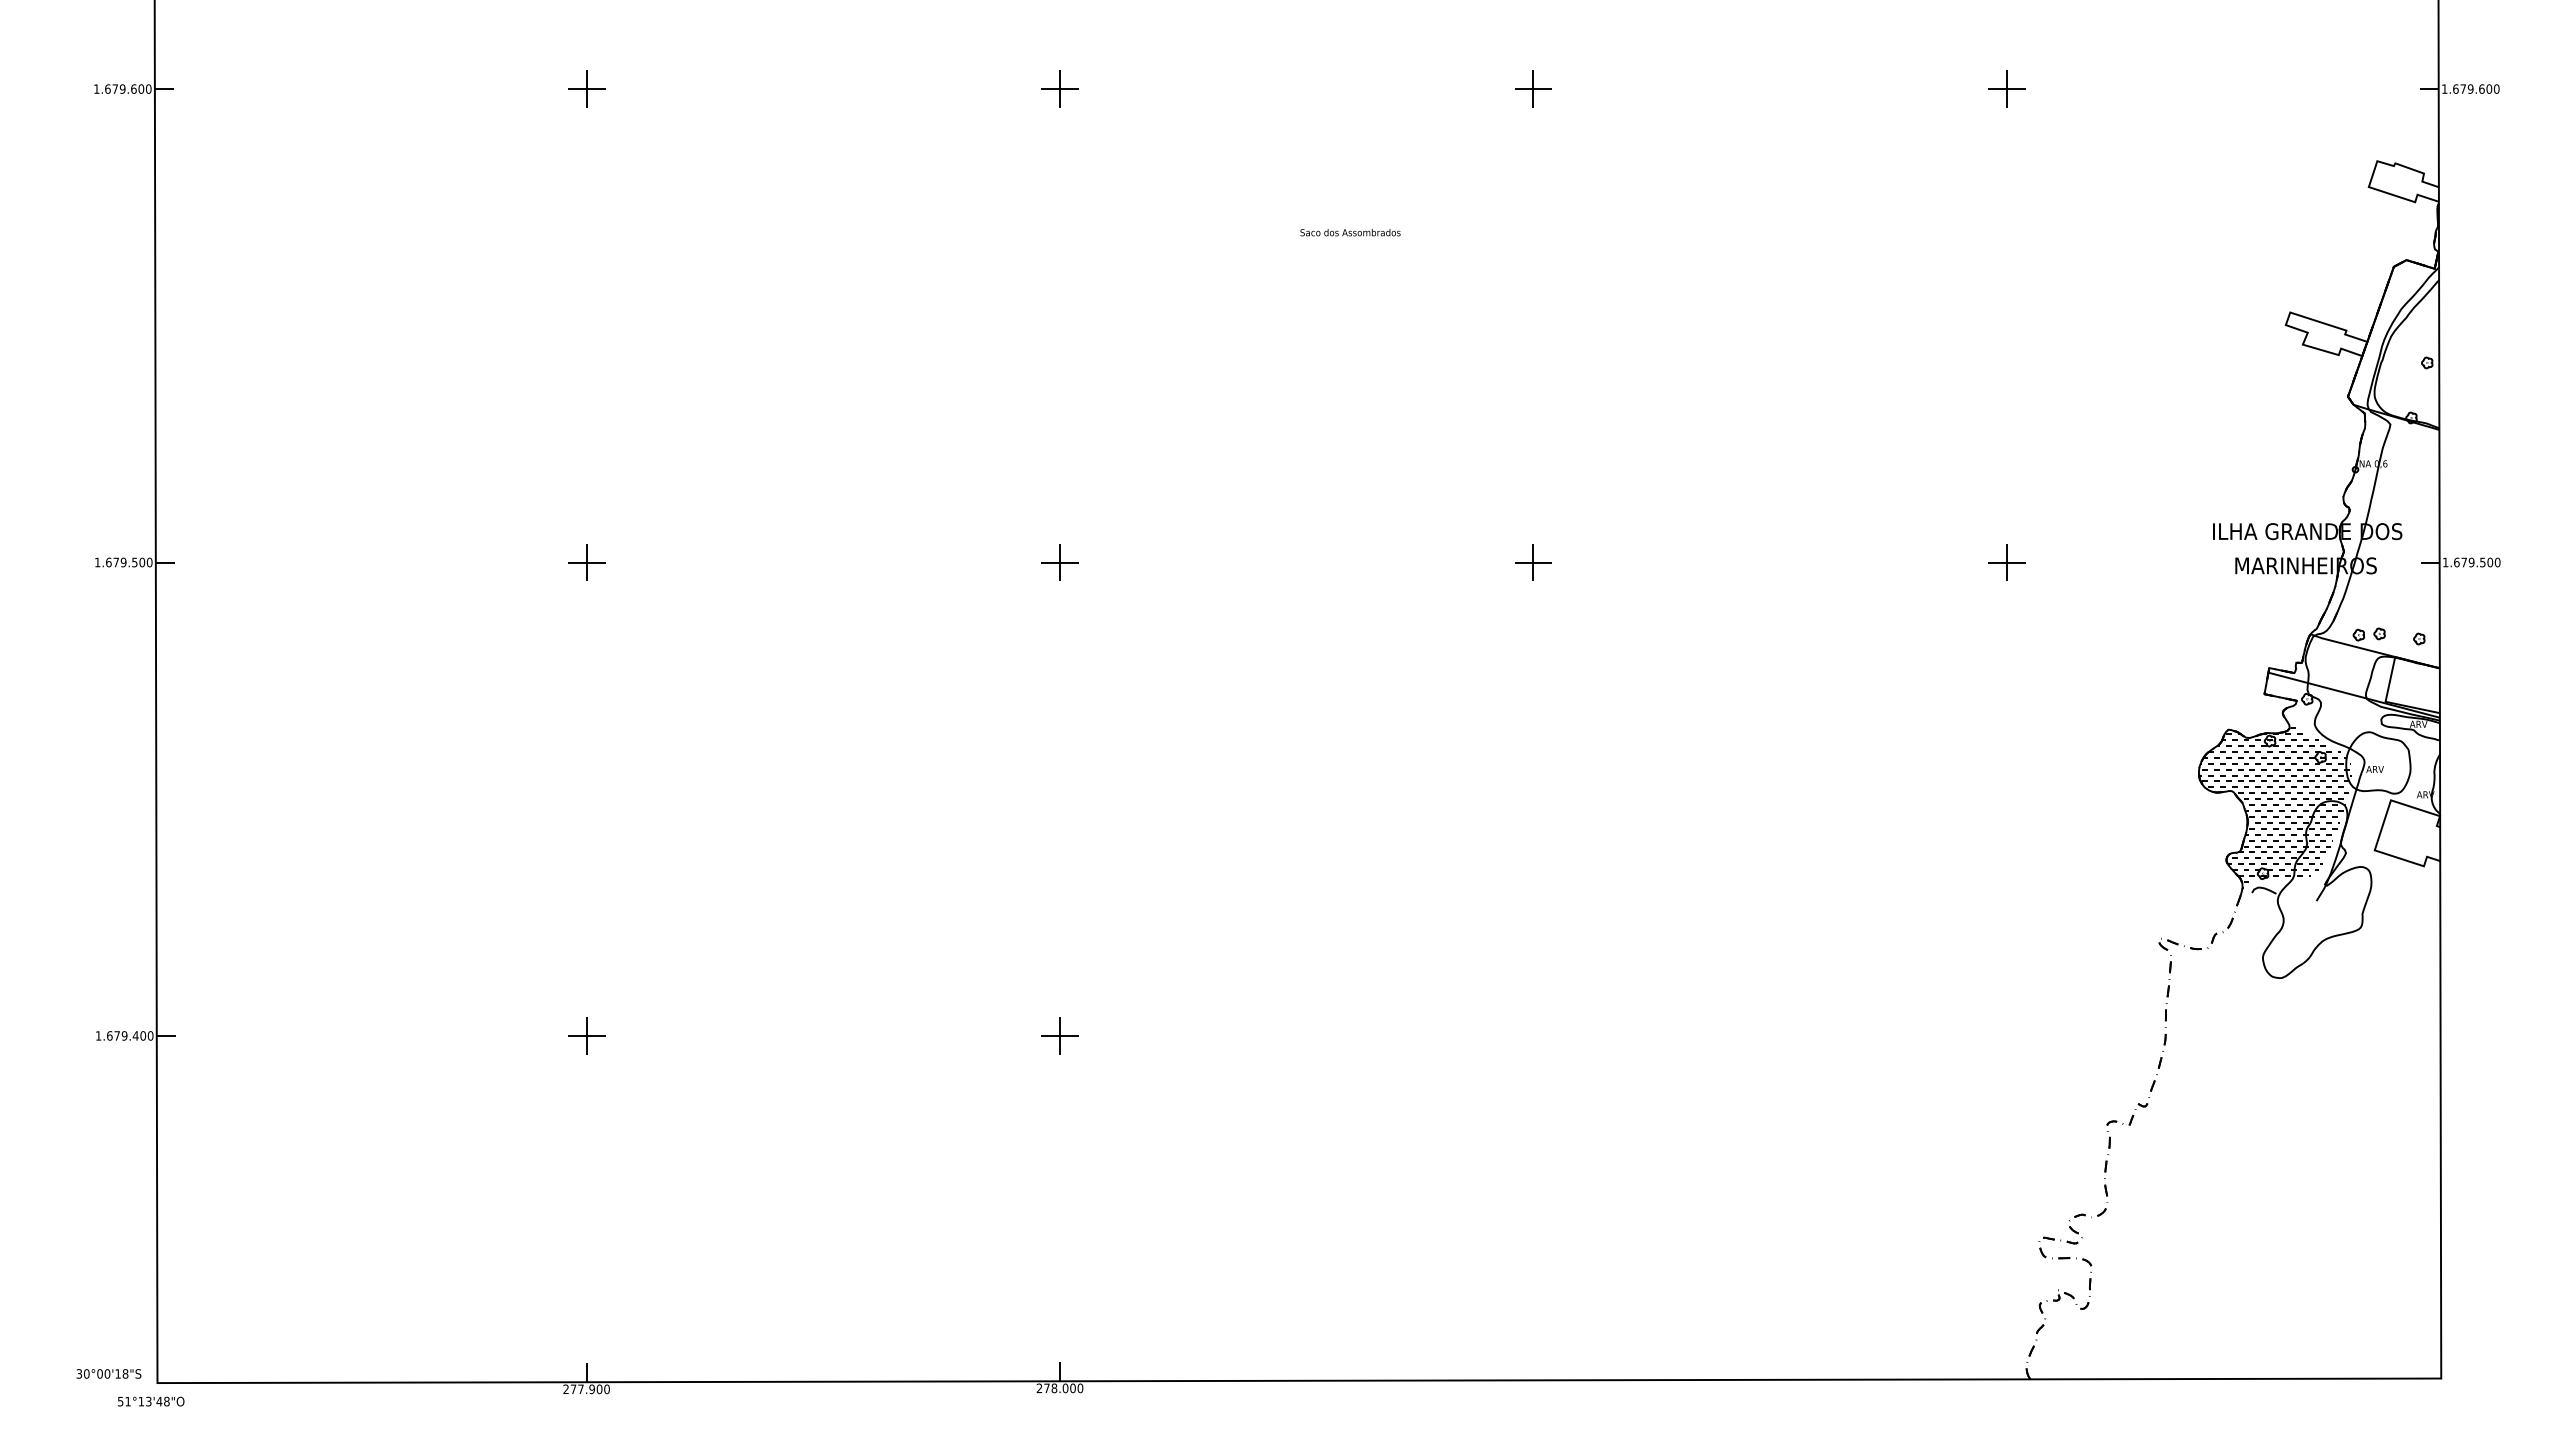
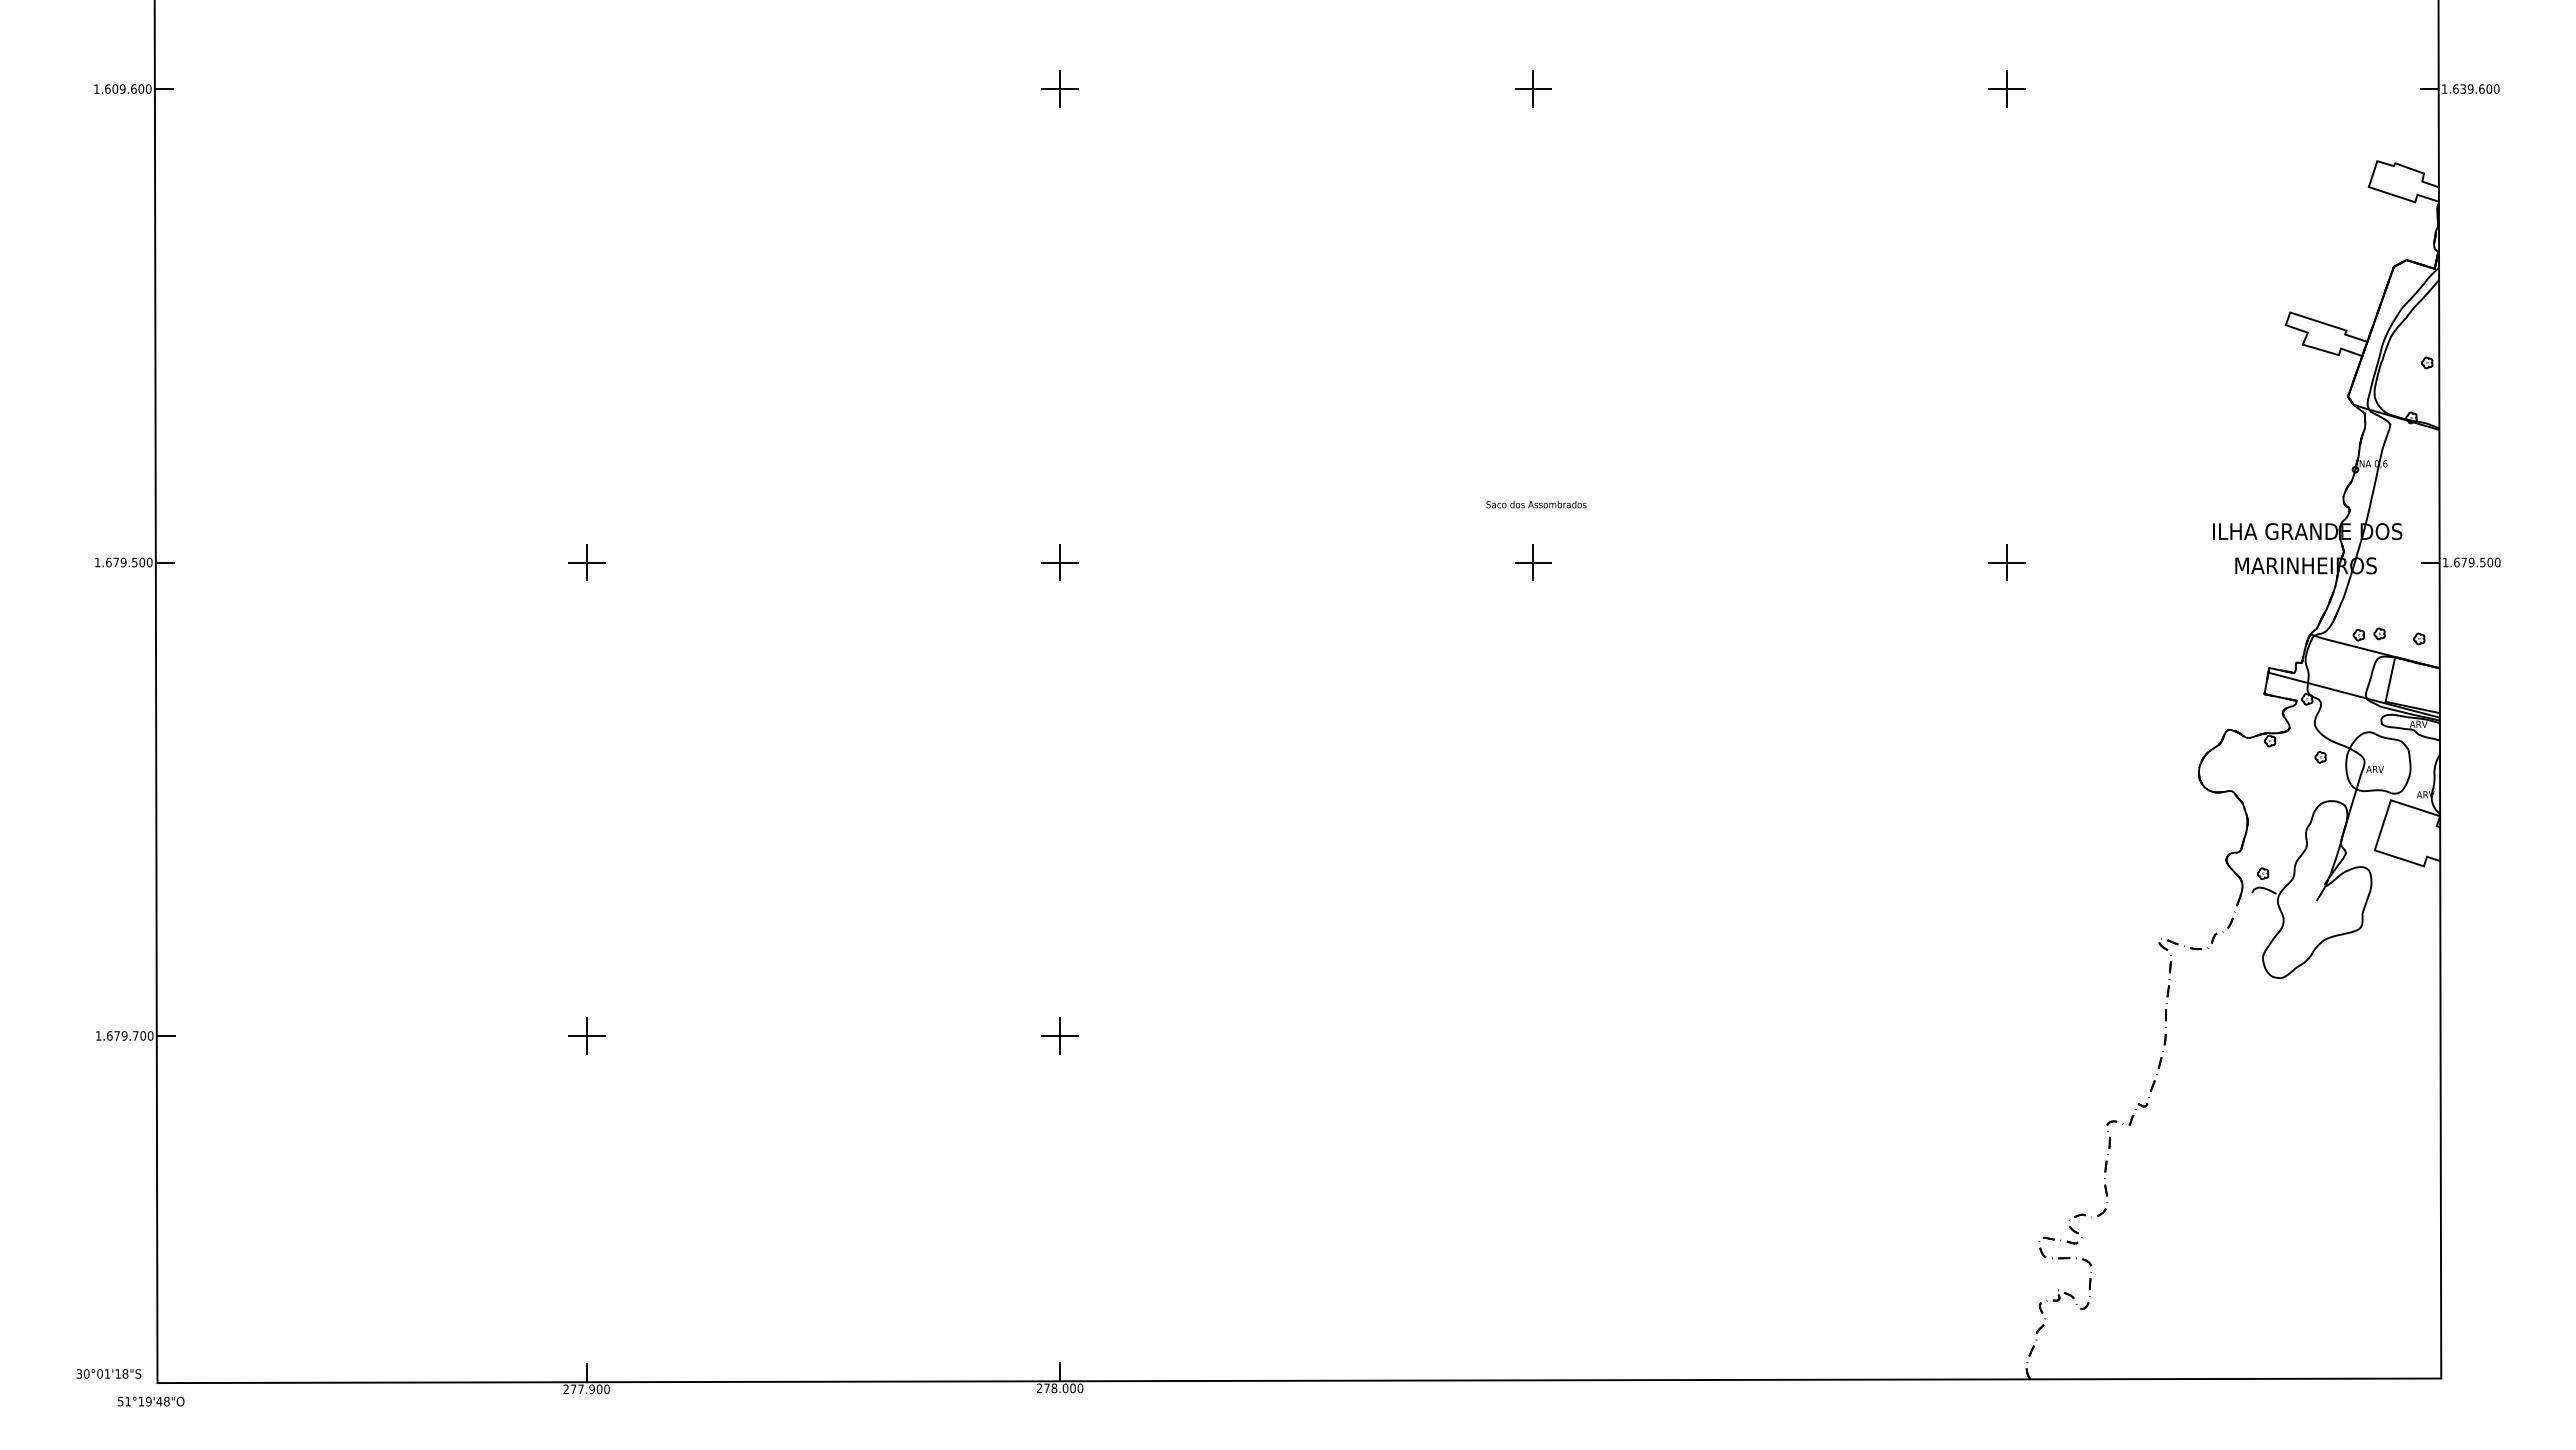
text at (115, 88): 1.679.600 -> 1.609.600
part at (586, 88): present -> none
text at (2462, 88): 1.679.600 -> 1.639.600
text at (1350, 232) position: (1350, 232) -> (1536, 504)
hatch at (2275, 807): present -> none
text at (135, 1035): 1.679.400 -> 1.679.700
text at (107, 1373): 30°00'18"S -> 30°01'18"S
text at (148, 1401): 51°13'48"O -> 51°19'48"O
